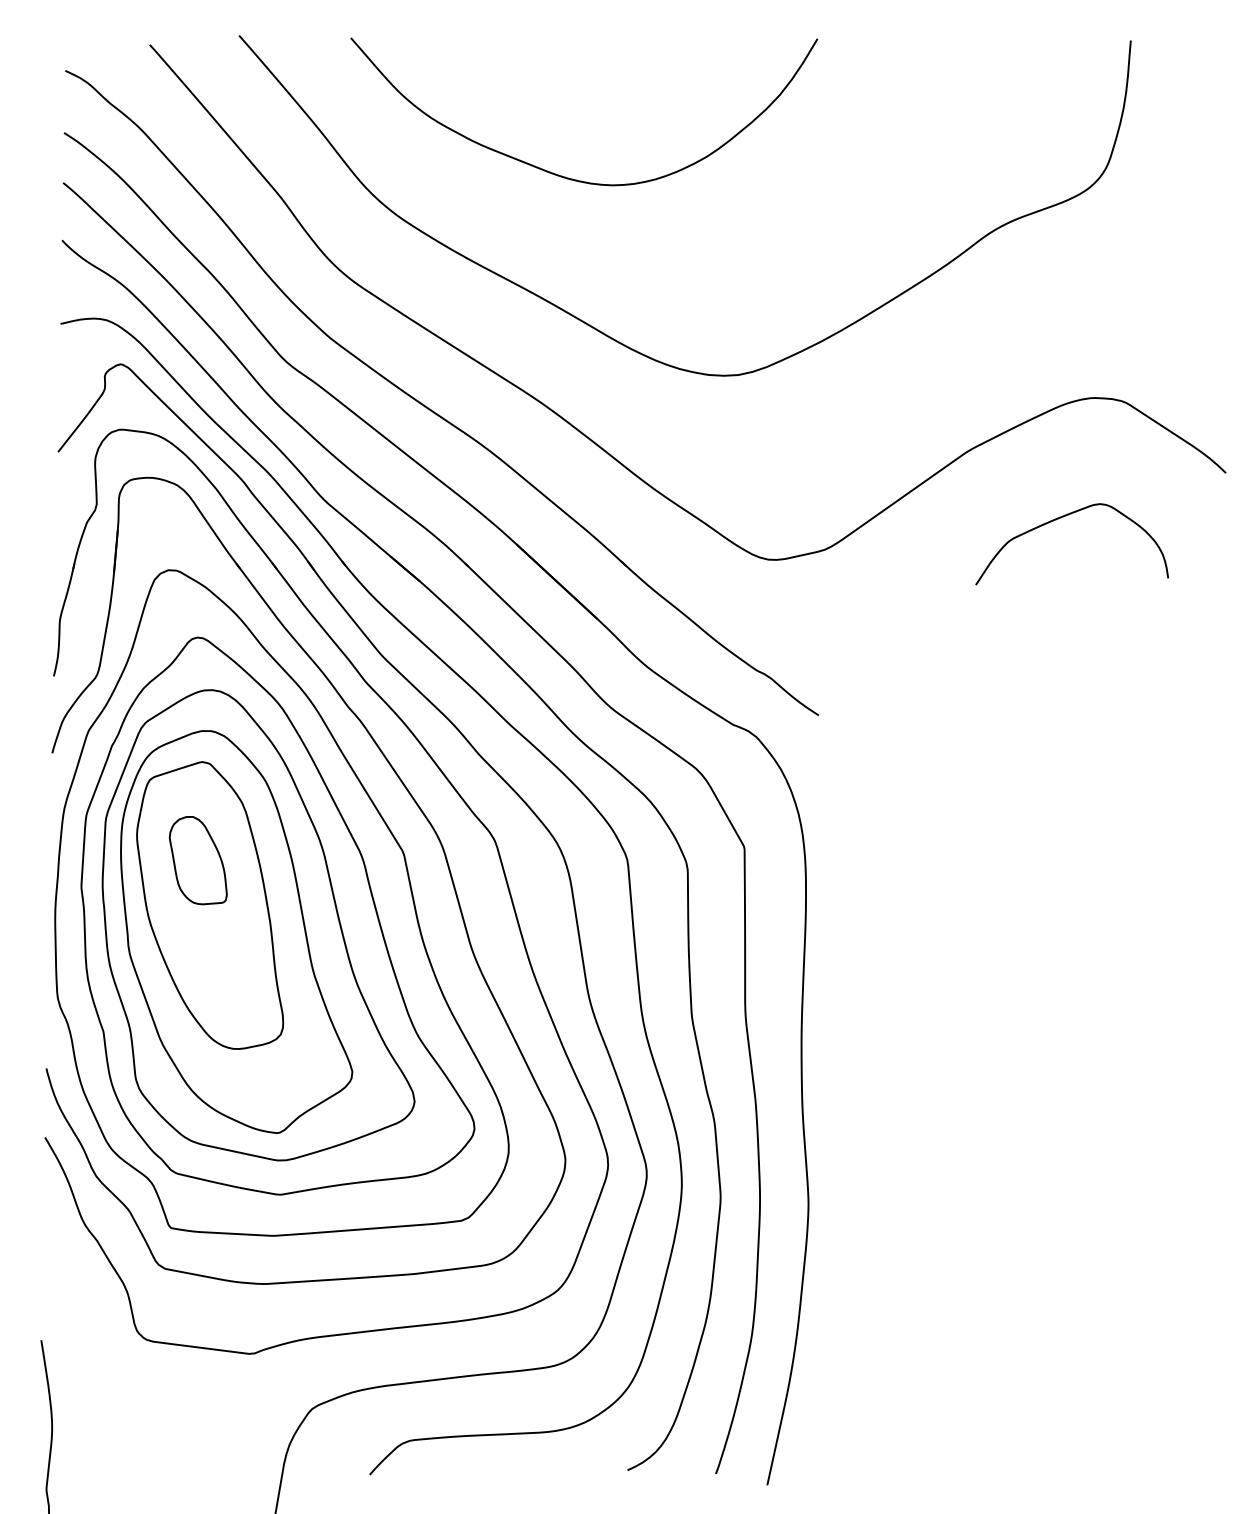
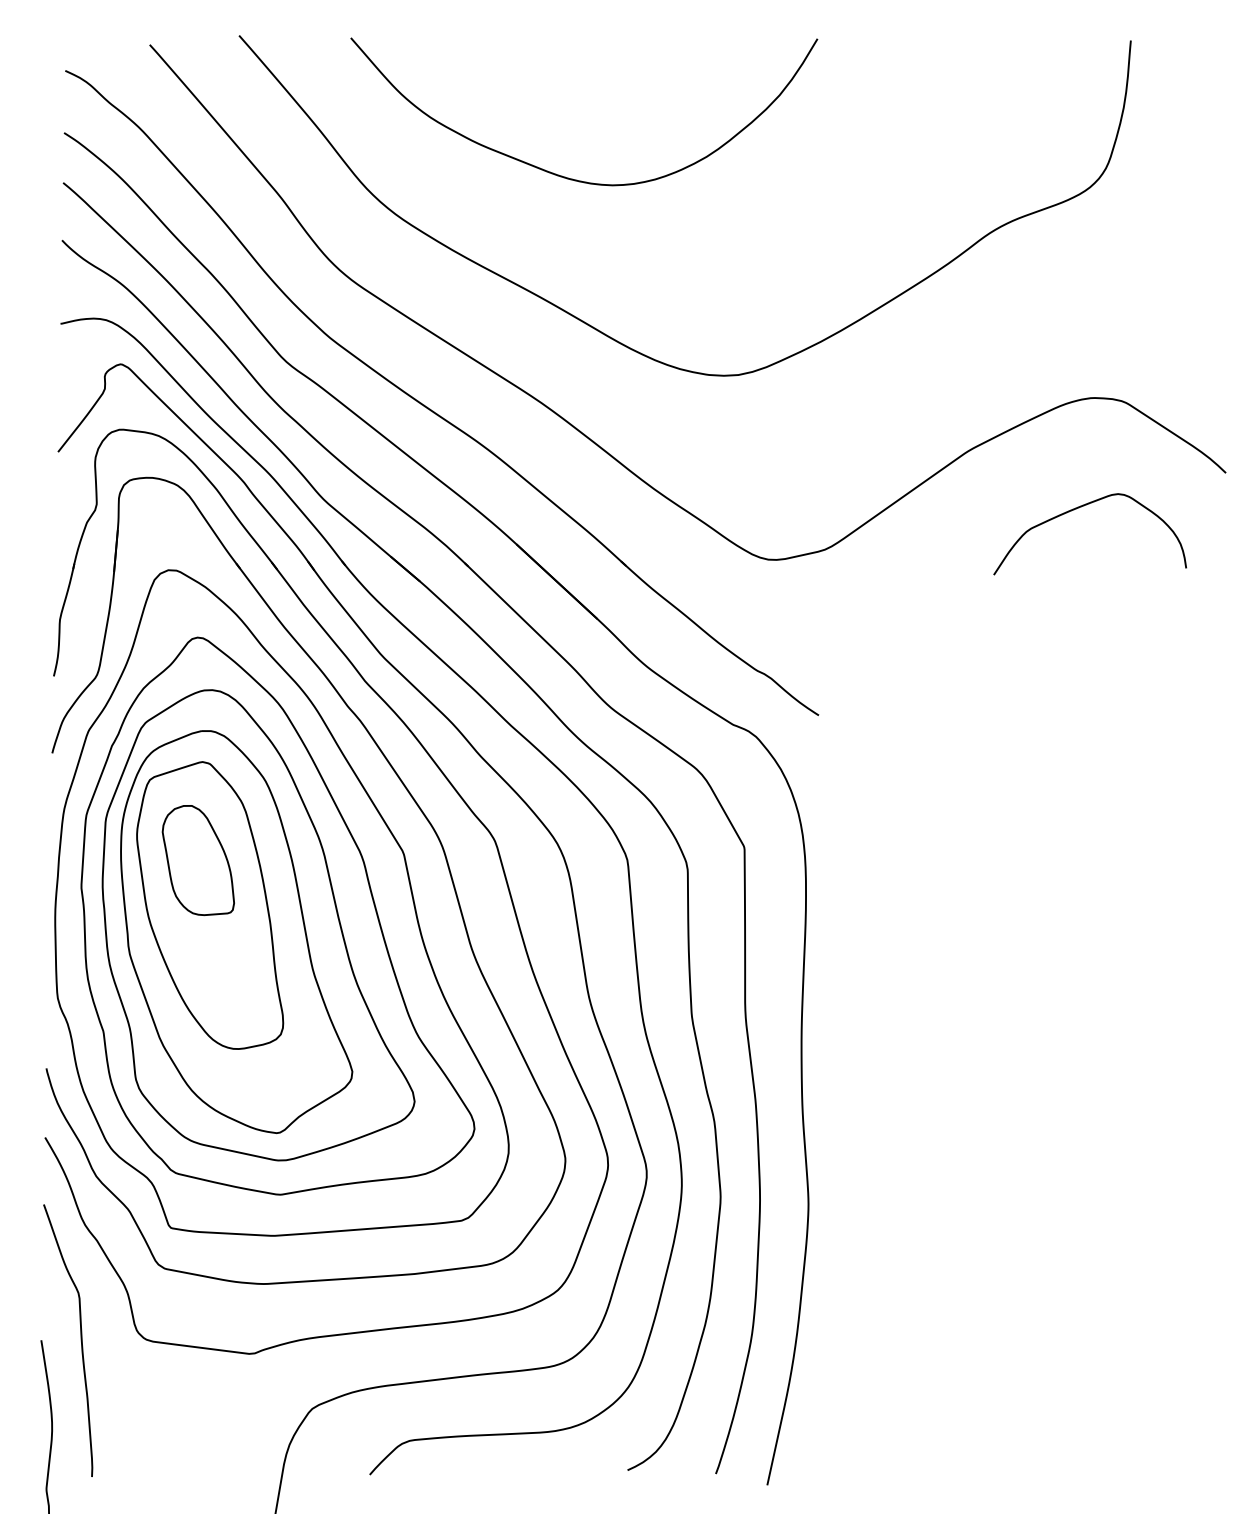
curve at (1061, 518) position: (1061, 518) -> (1079, 508)
part at (197, 860) size: 60x90 px -> 74x112 px
curve at (80, 1340): none -> present
